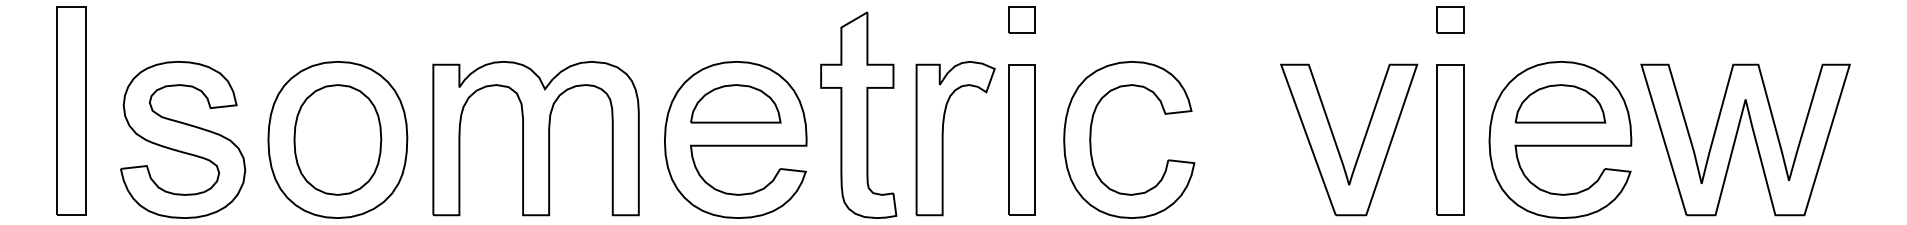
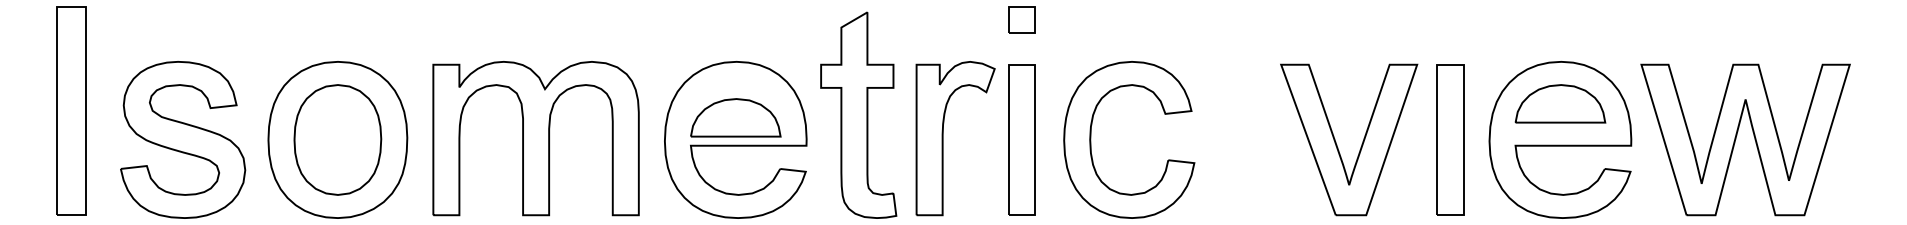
part at (1450, 19): present -> none
part at (735, 103) position: (735, 103) -> (735, 117)
